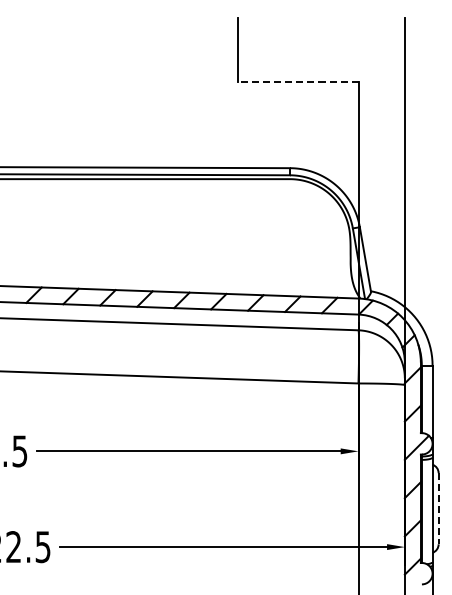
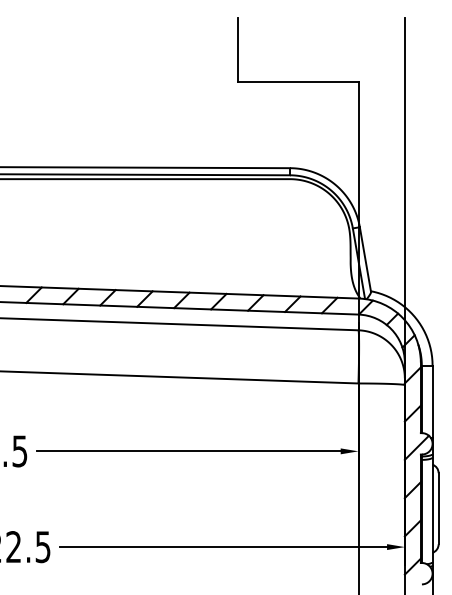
line at (297, 81): dashed -> solid
line at (438, 508): dashed -> solid
